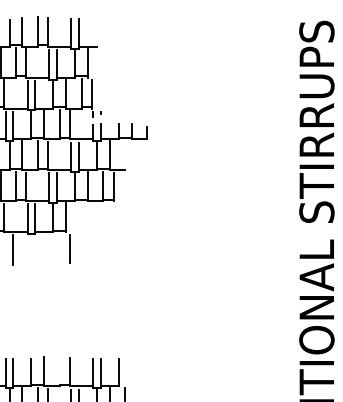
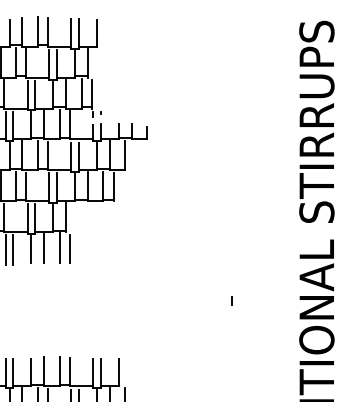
line at (97, 32): none -> present
line at (125, 155): none -> present
line at (44, 247): none -> present
line at (59, 247): none -> present
line at (31, 248): none -> present
line at (5, 249): none -> present
line at (231, 300): none -> present
line at (59, 371): none -> present
